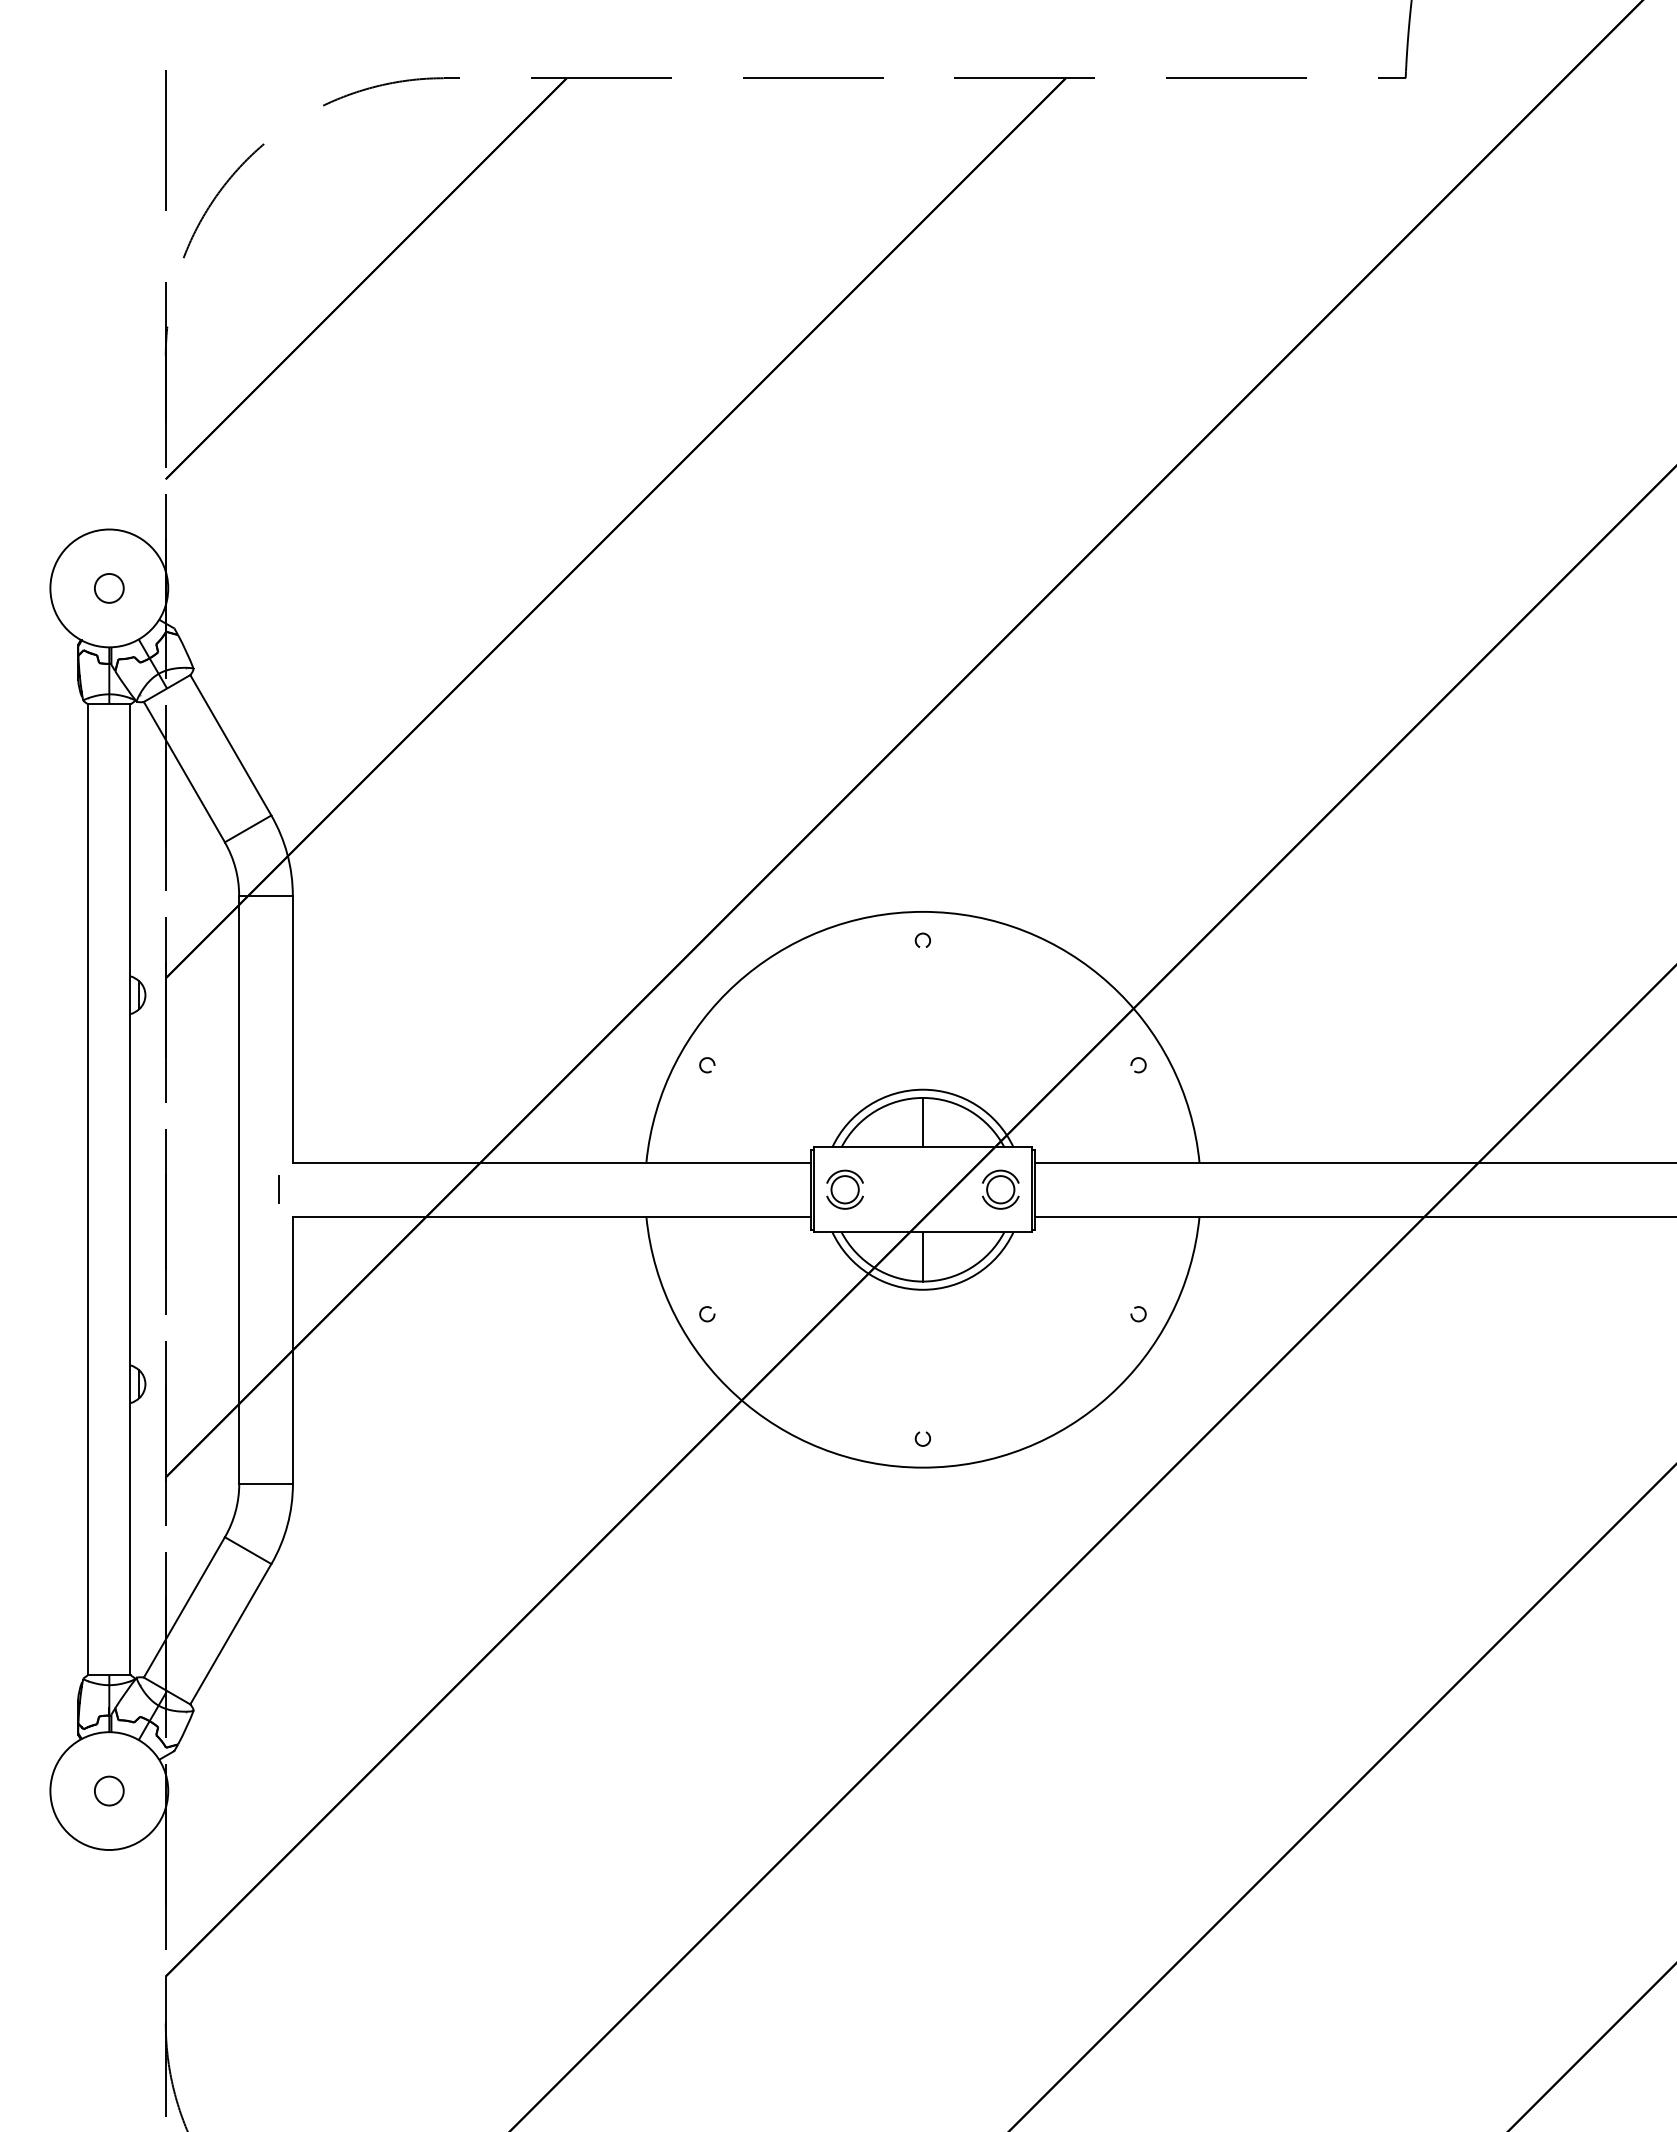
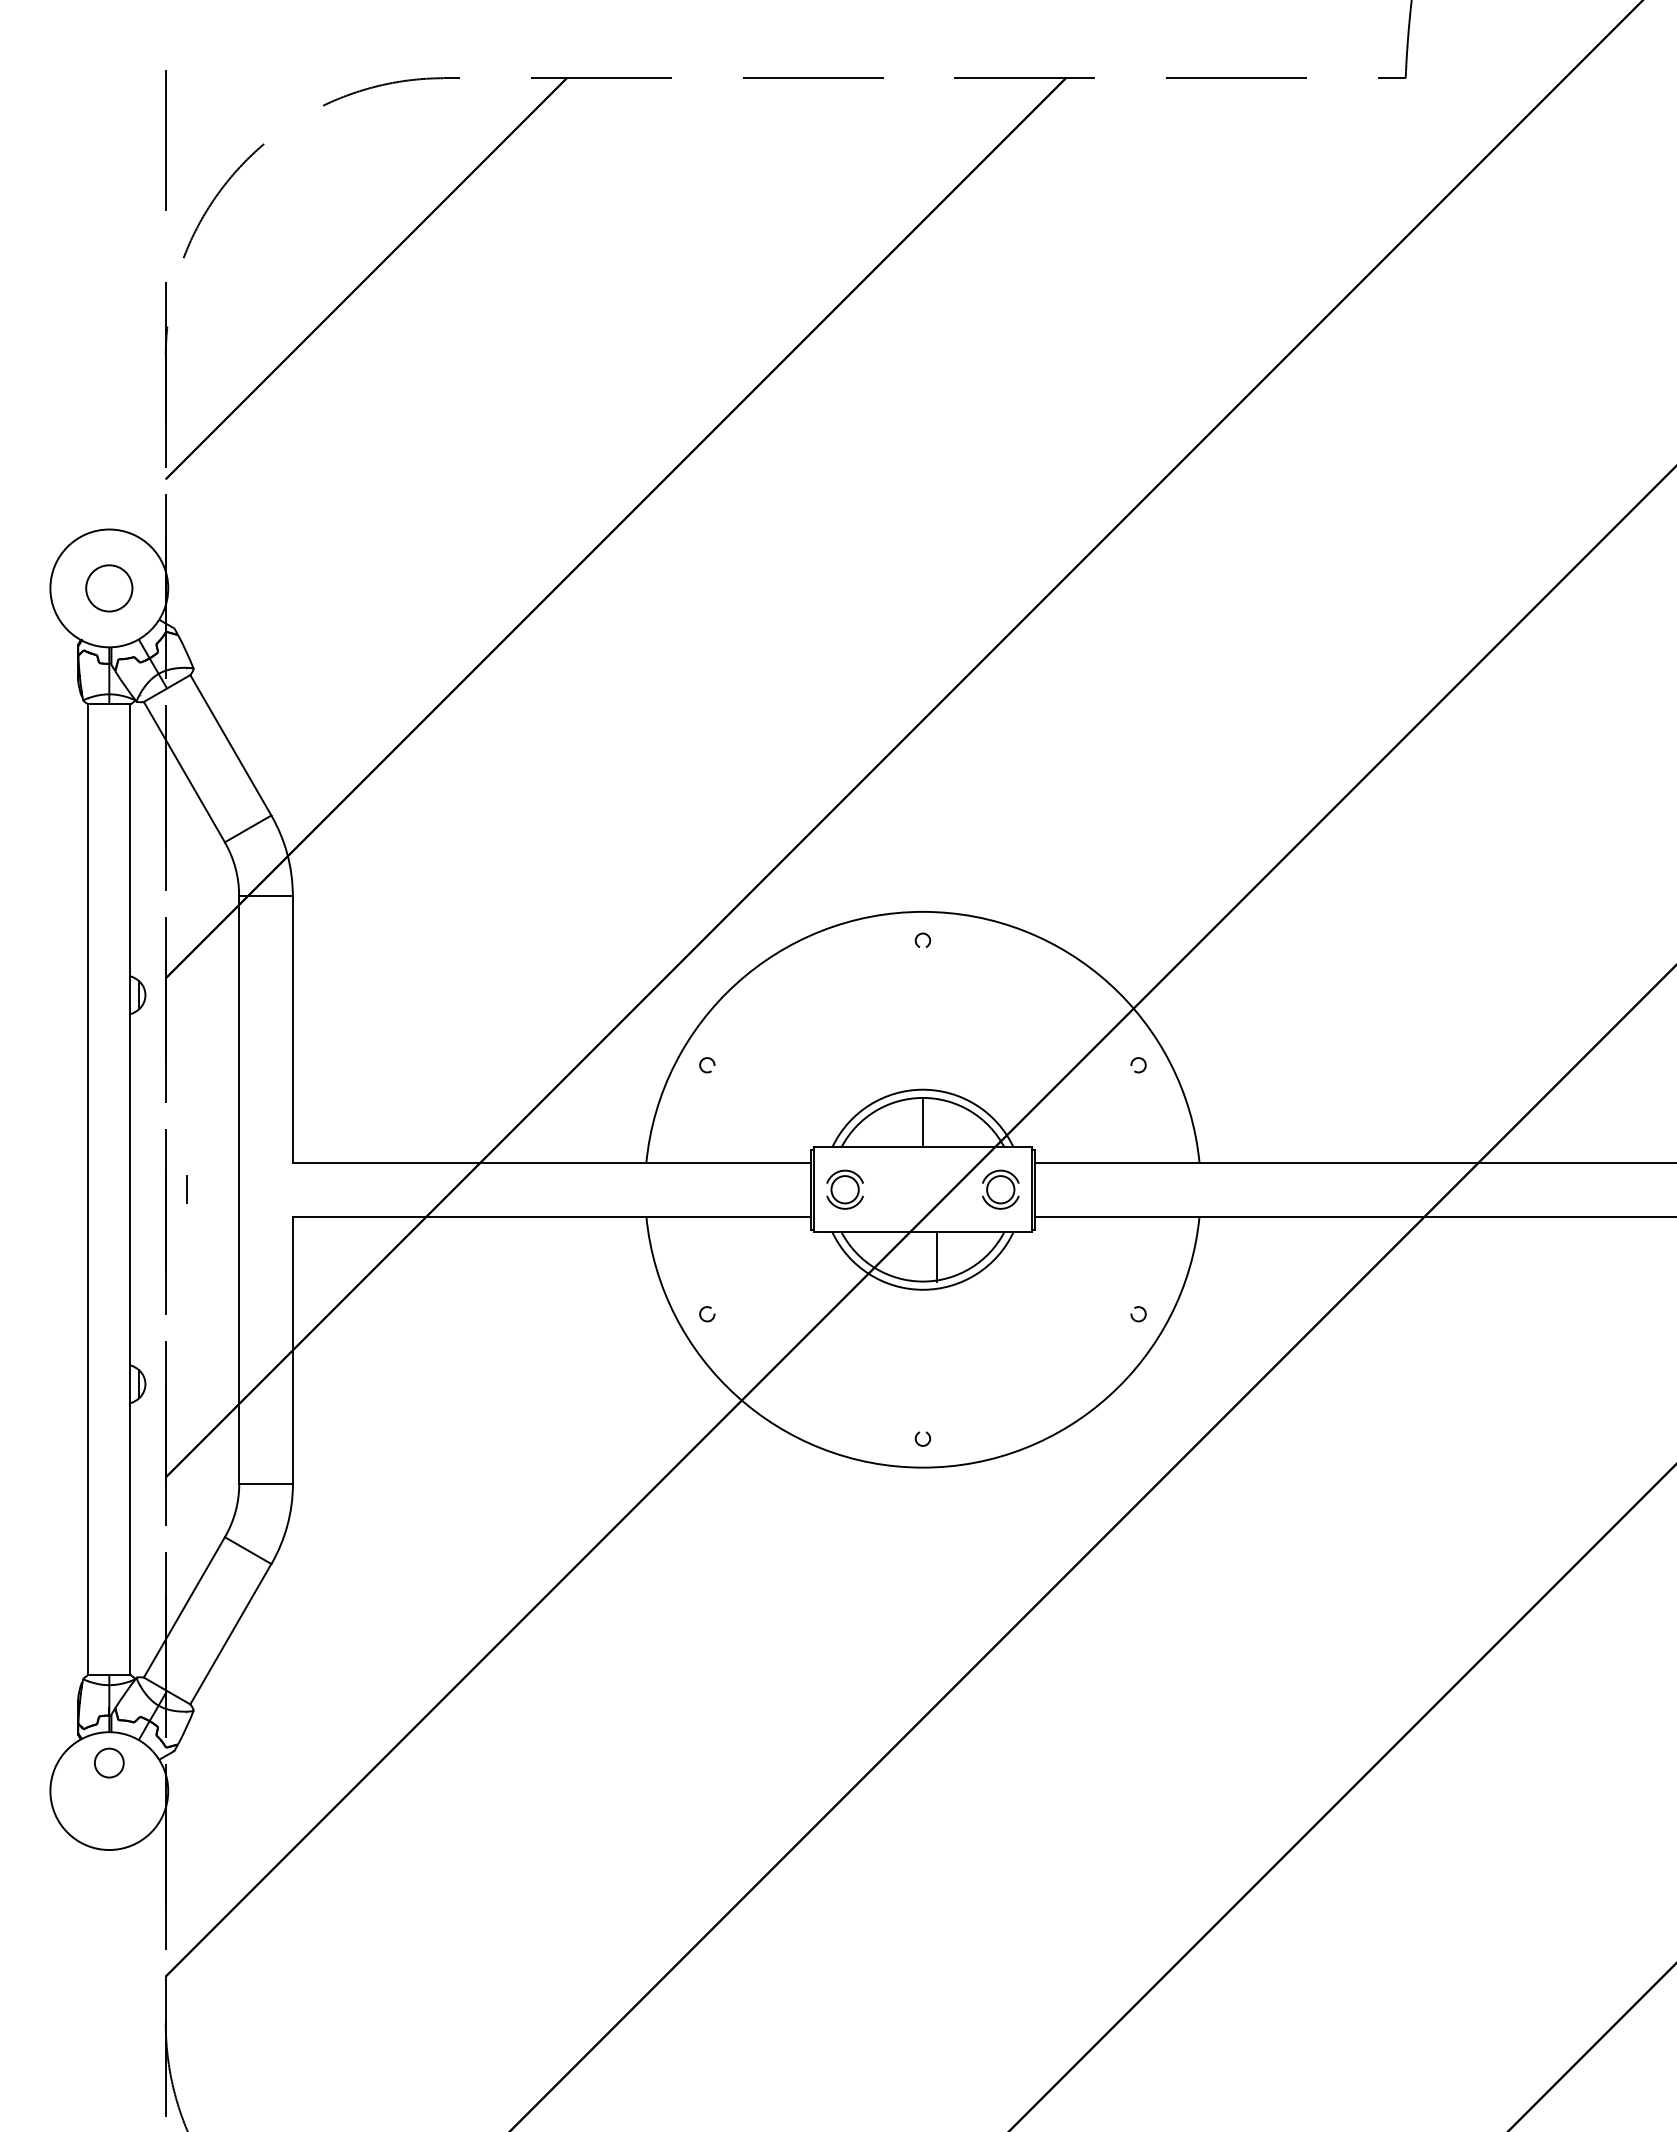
circle at (108, 587) diameter: 29 px -> 46 px
line at (278, 1189) position: (278, 1189) -> (186, 1189)
line at (922, 1256) position: (922, 1256) -> (936, 1256)
circle at (109, 1790) position: (109, 1790) -> (109, 1762)
